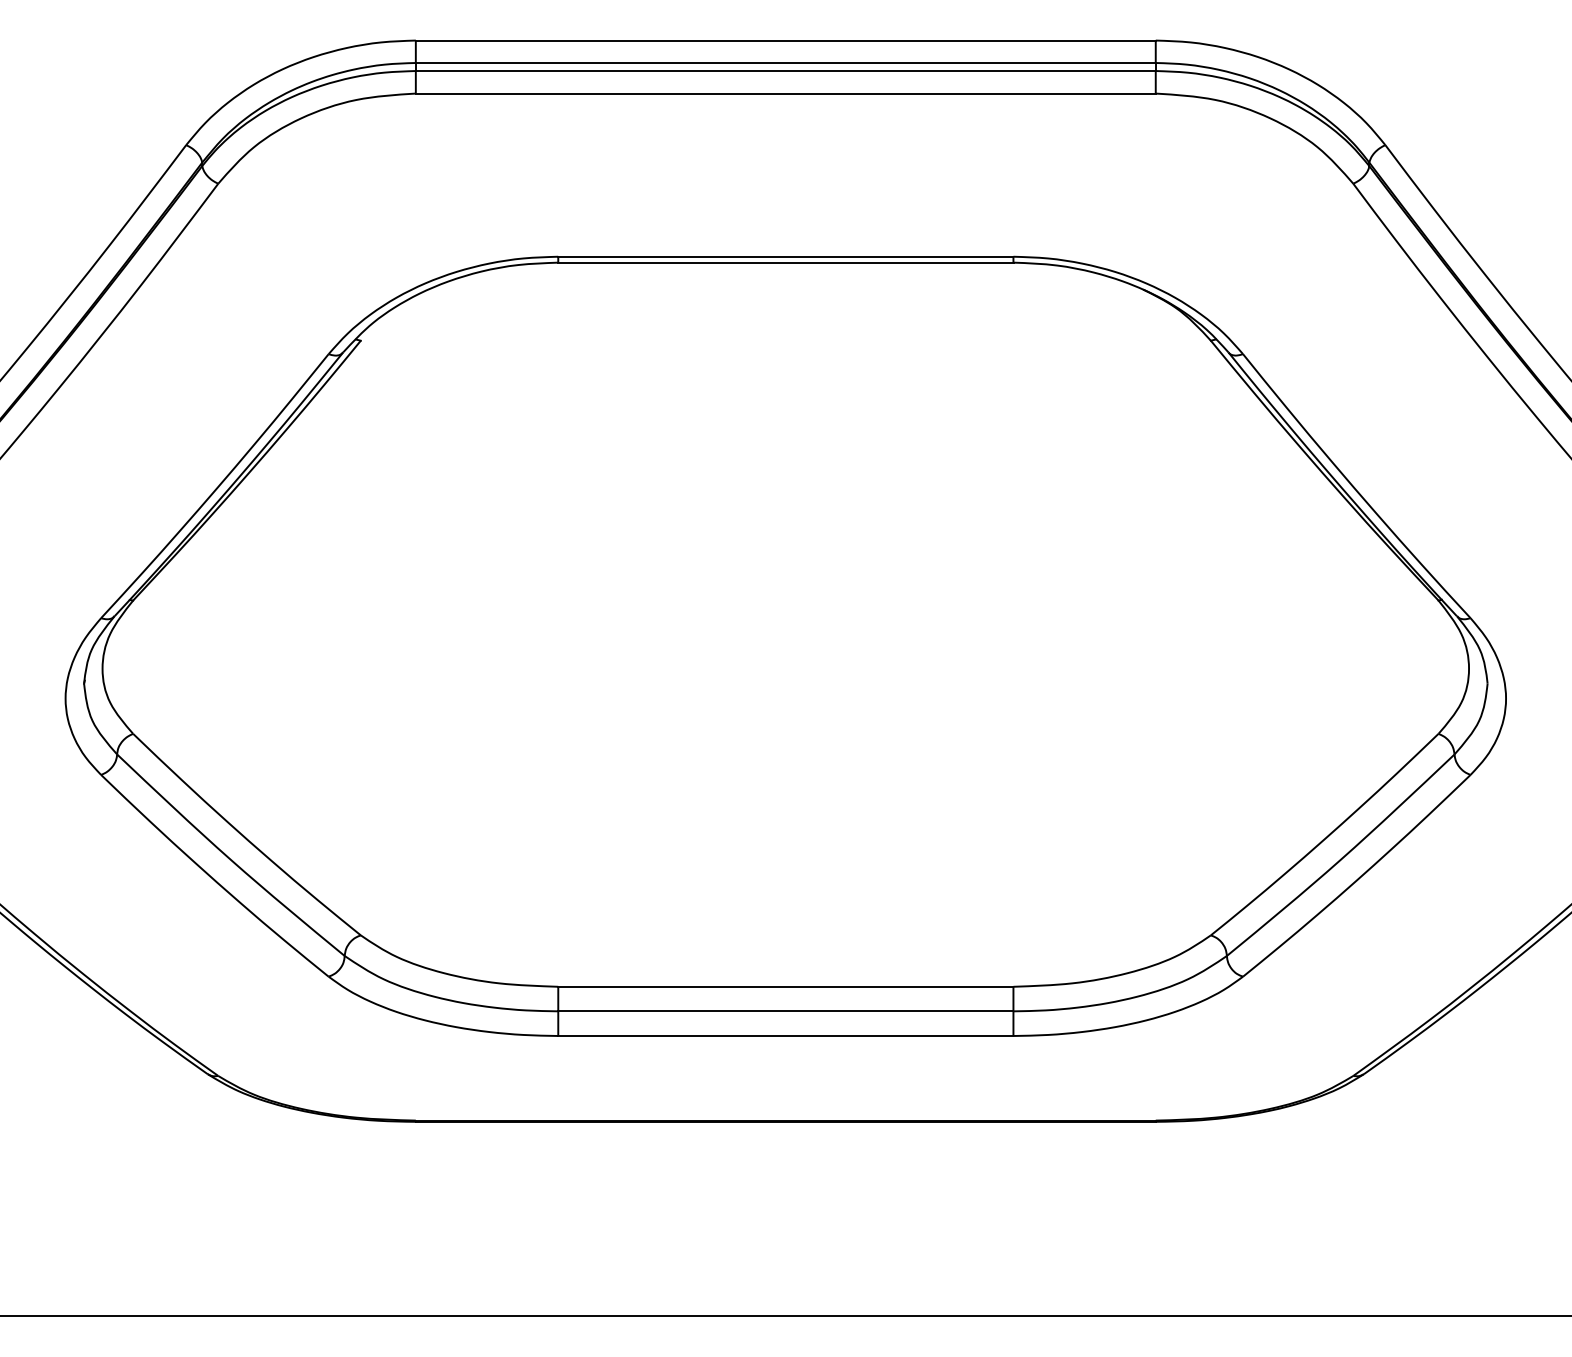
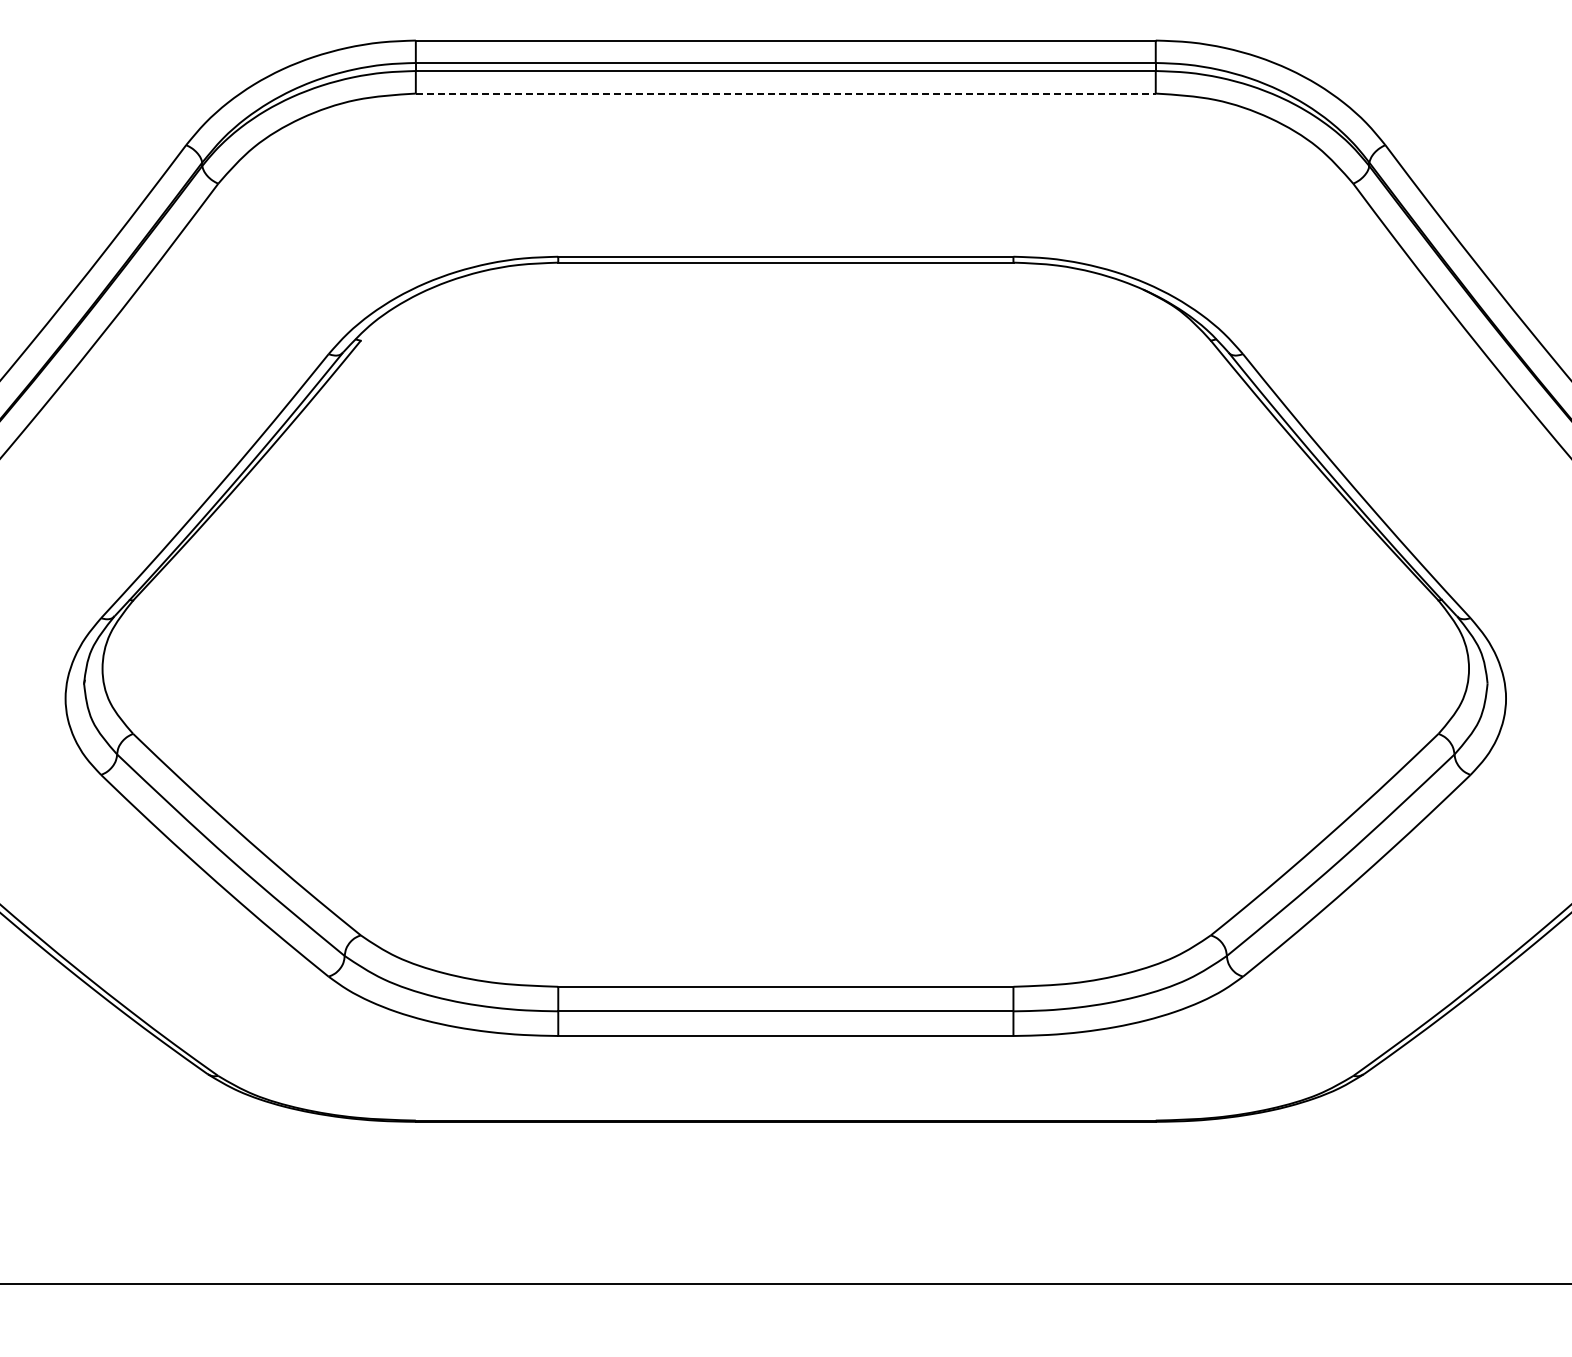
line at (785, 93): solid -> dashed
line at (785, 1316) position: (785, 1316) -> (785, 1284)
